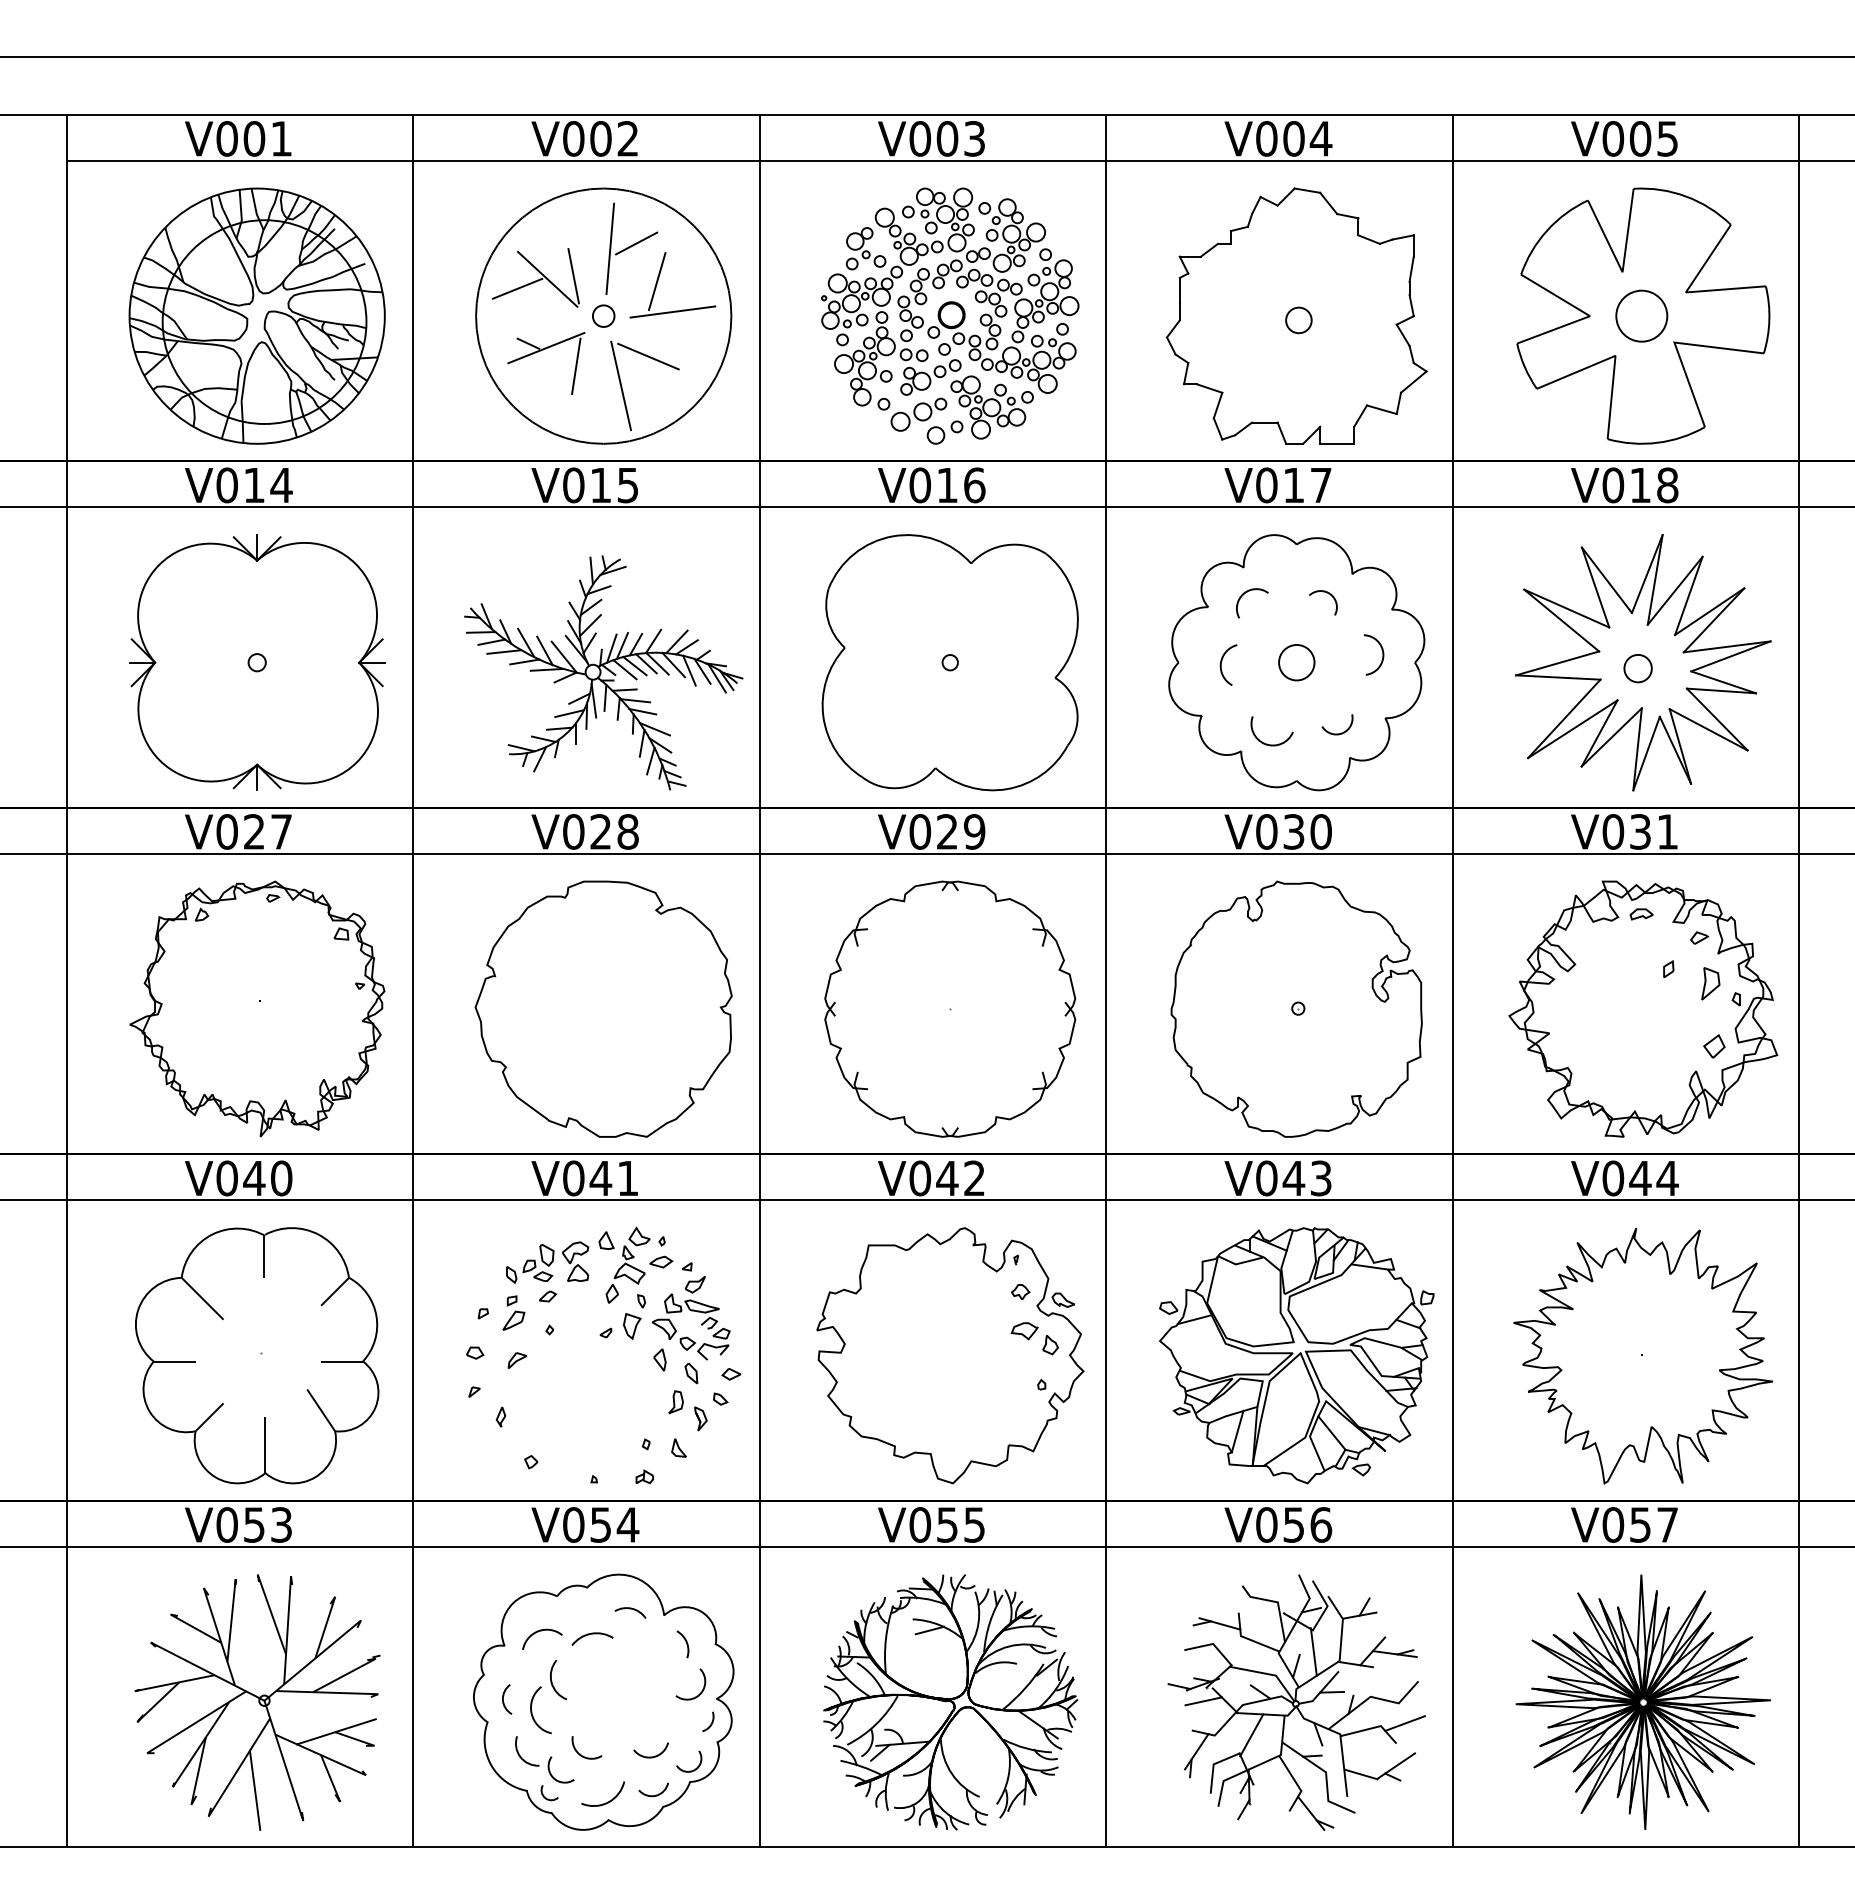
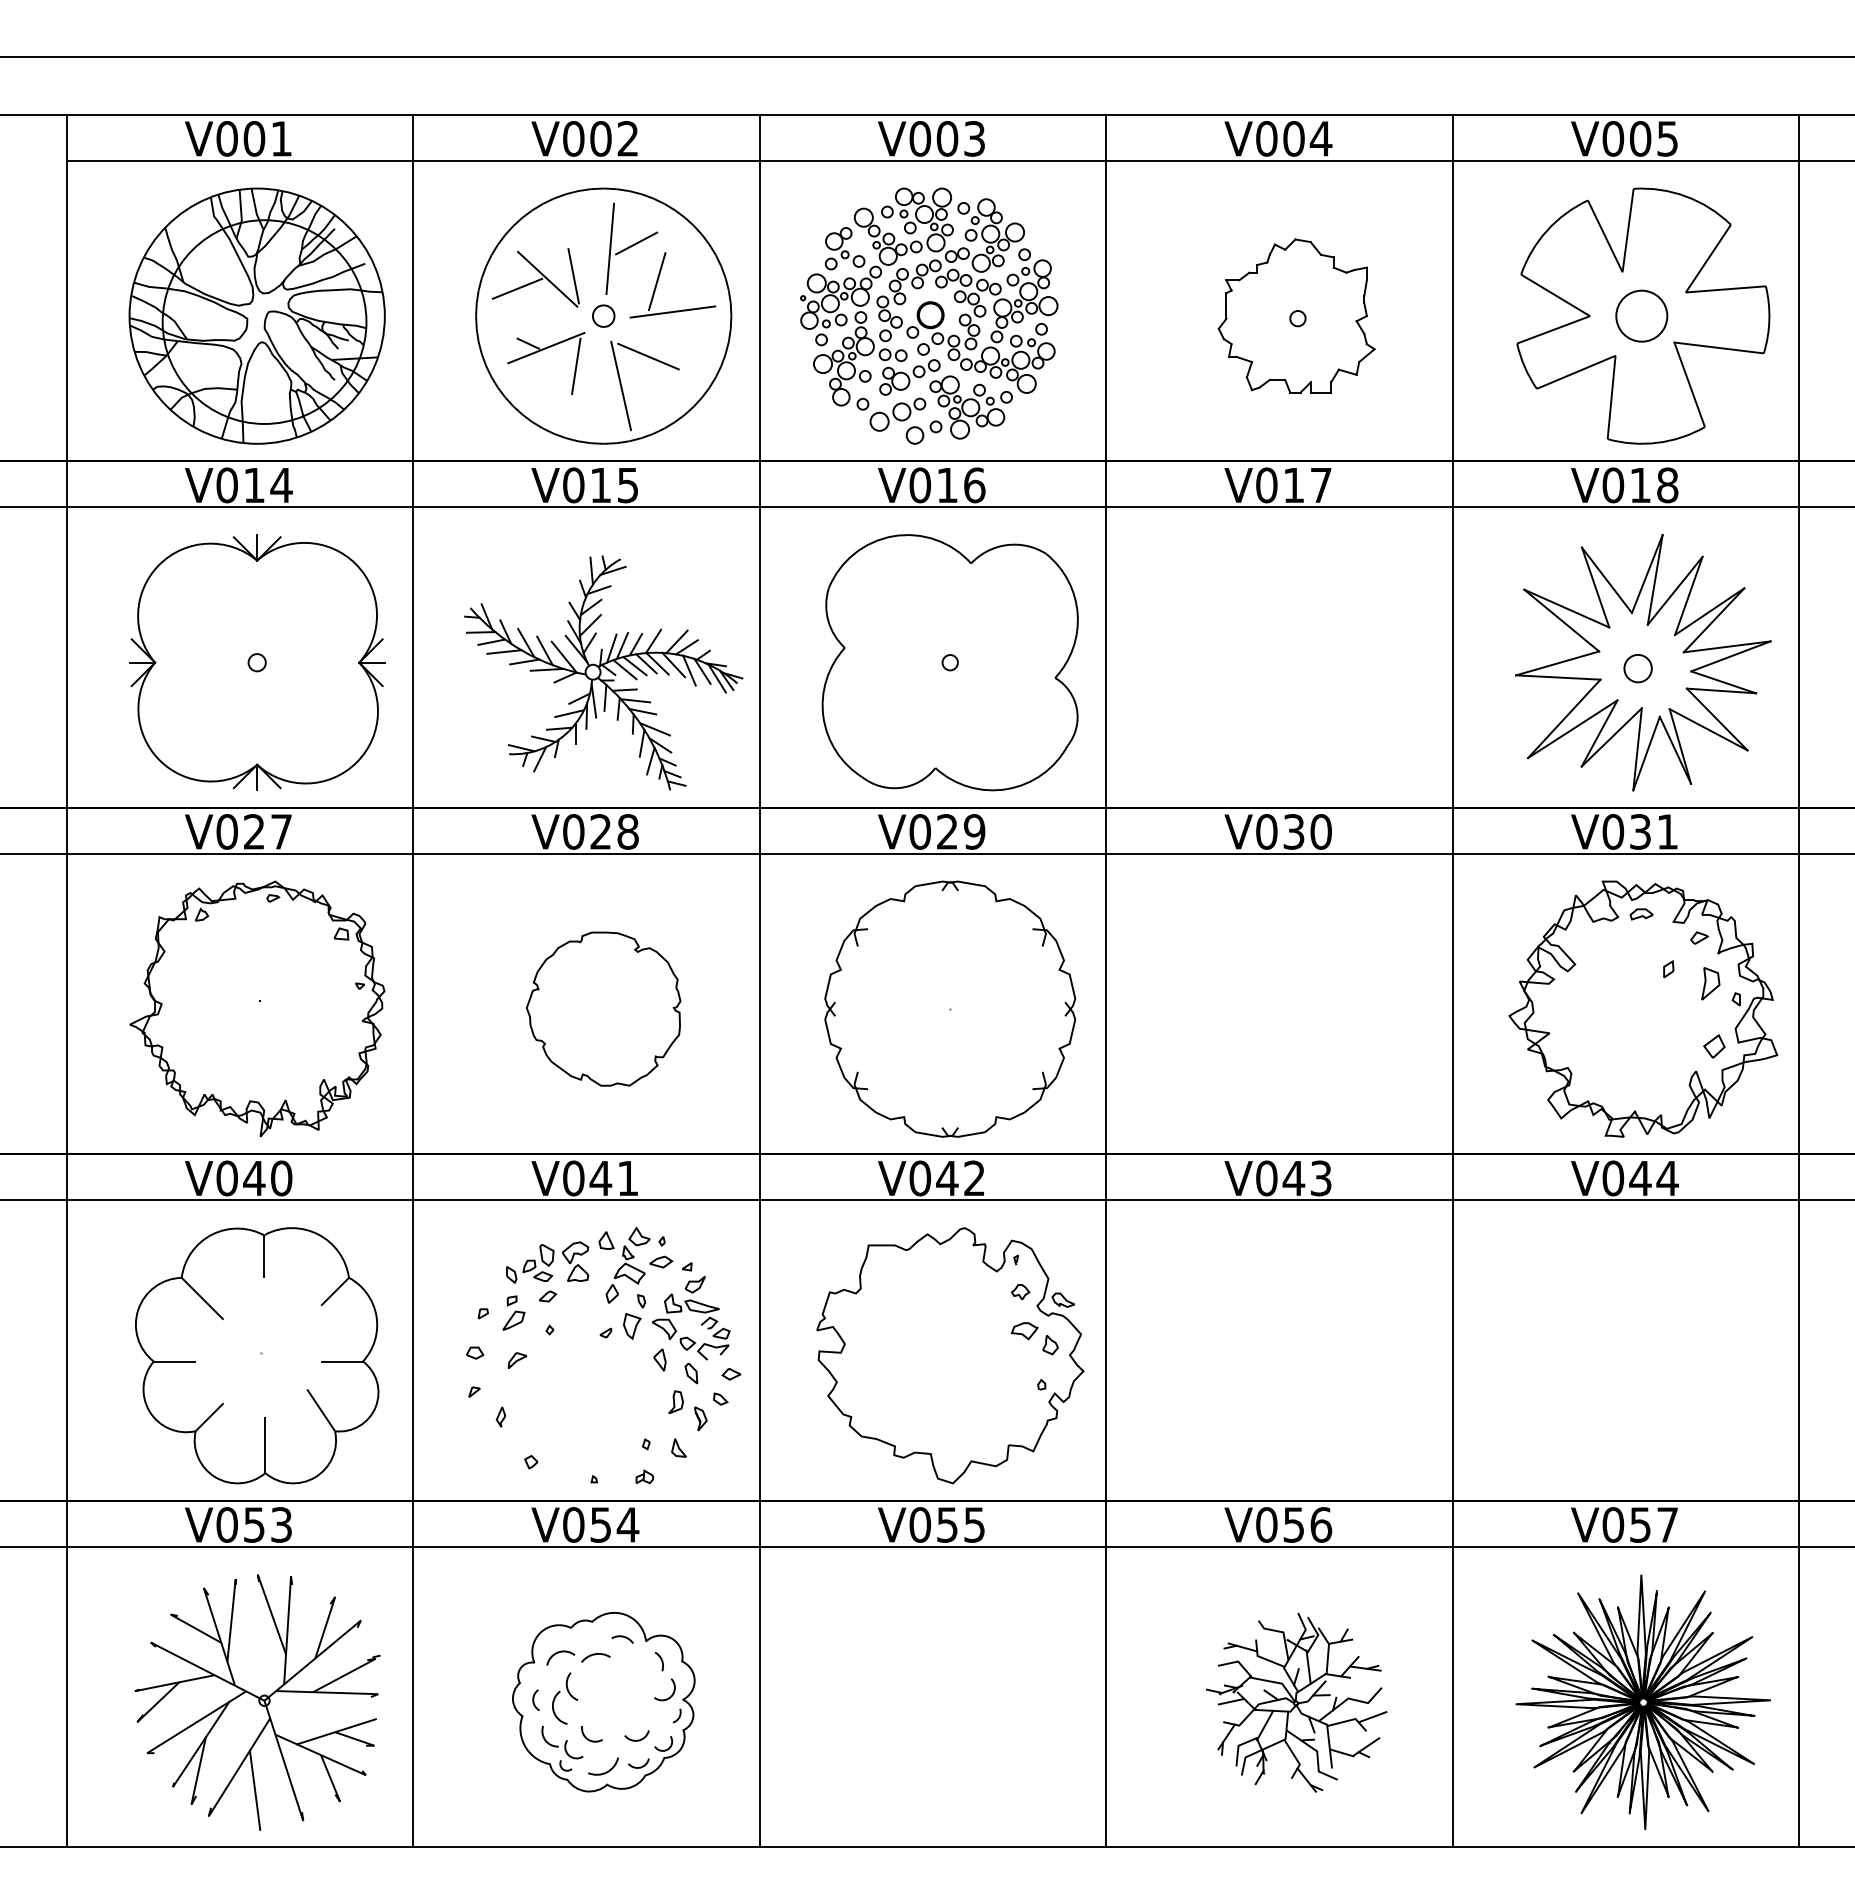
part at (950, 315) position: (950, 315) -> (929, 315)
part at (1296, 315) size: 263x258 px -> 159x156 px
part at (1296, 662): present -> none
part at (603, 1008) size: 259x258 px -> 156x156 px
part at (1296, 1008): present -> none
part at (1296, 1355): present -> none
part at (1643, 1356): present -> none
part at (603, 1701) size: 262x258 px -> 184x182 px
part at (950, 1702): present -> none
part at (1296, 1702) size: 259x257 px -> 182x181 px
